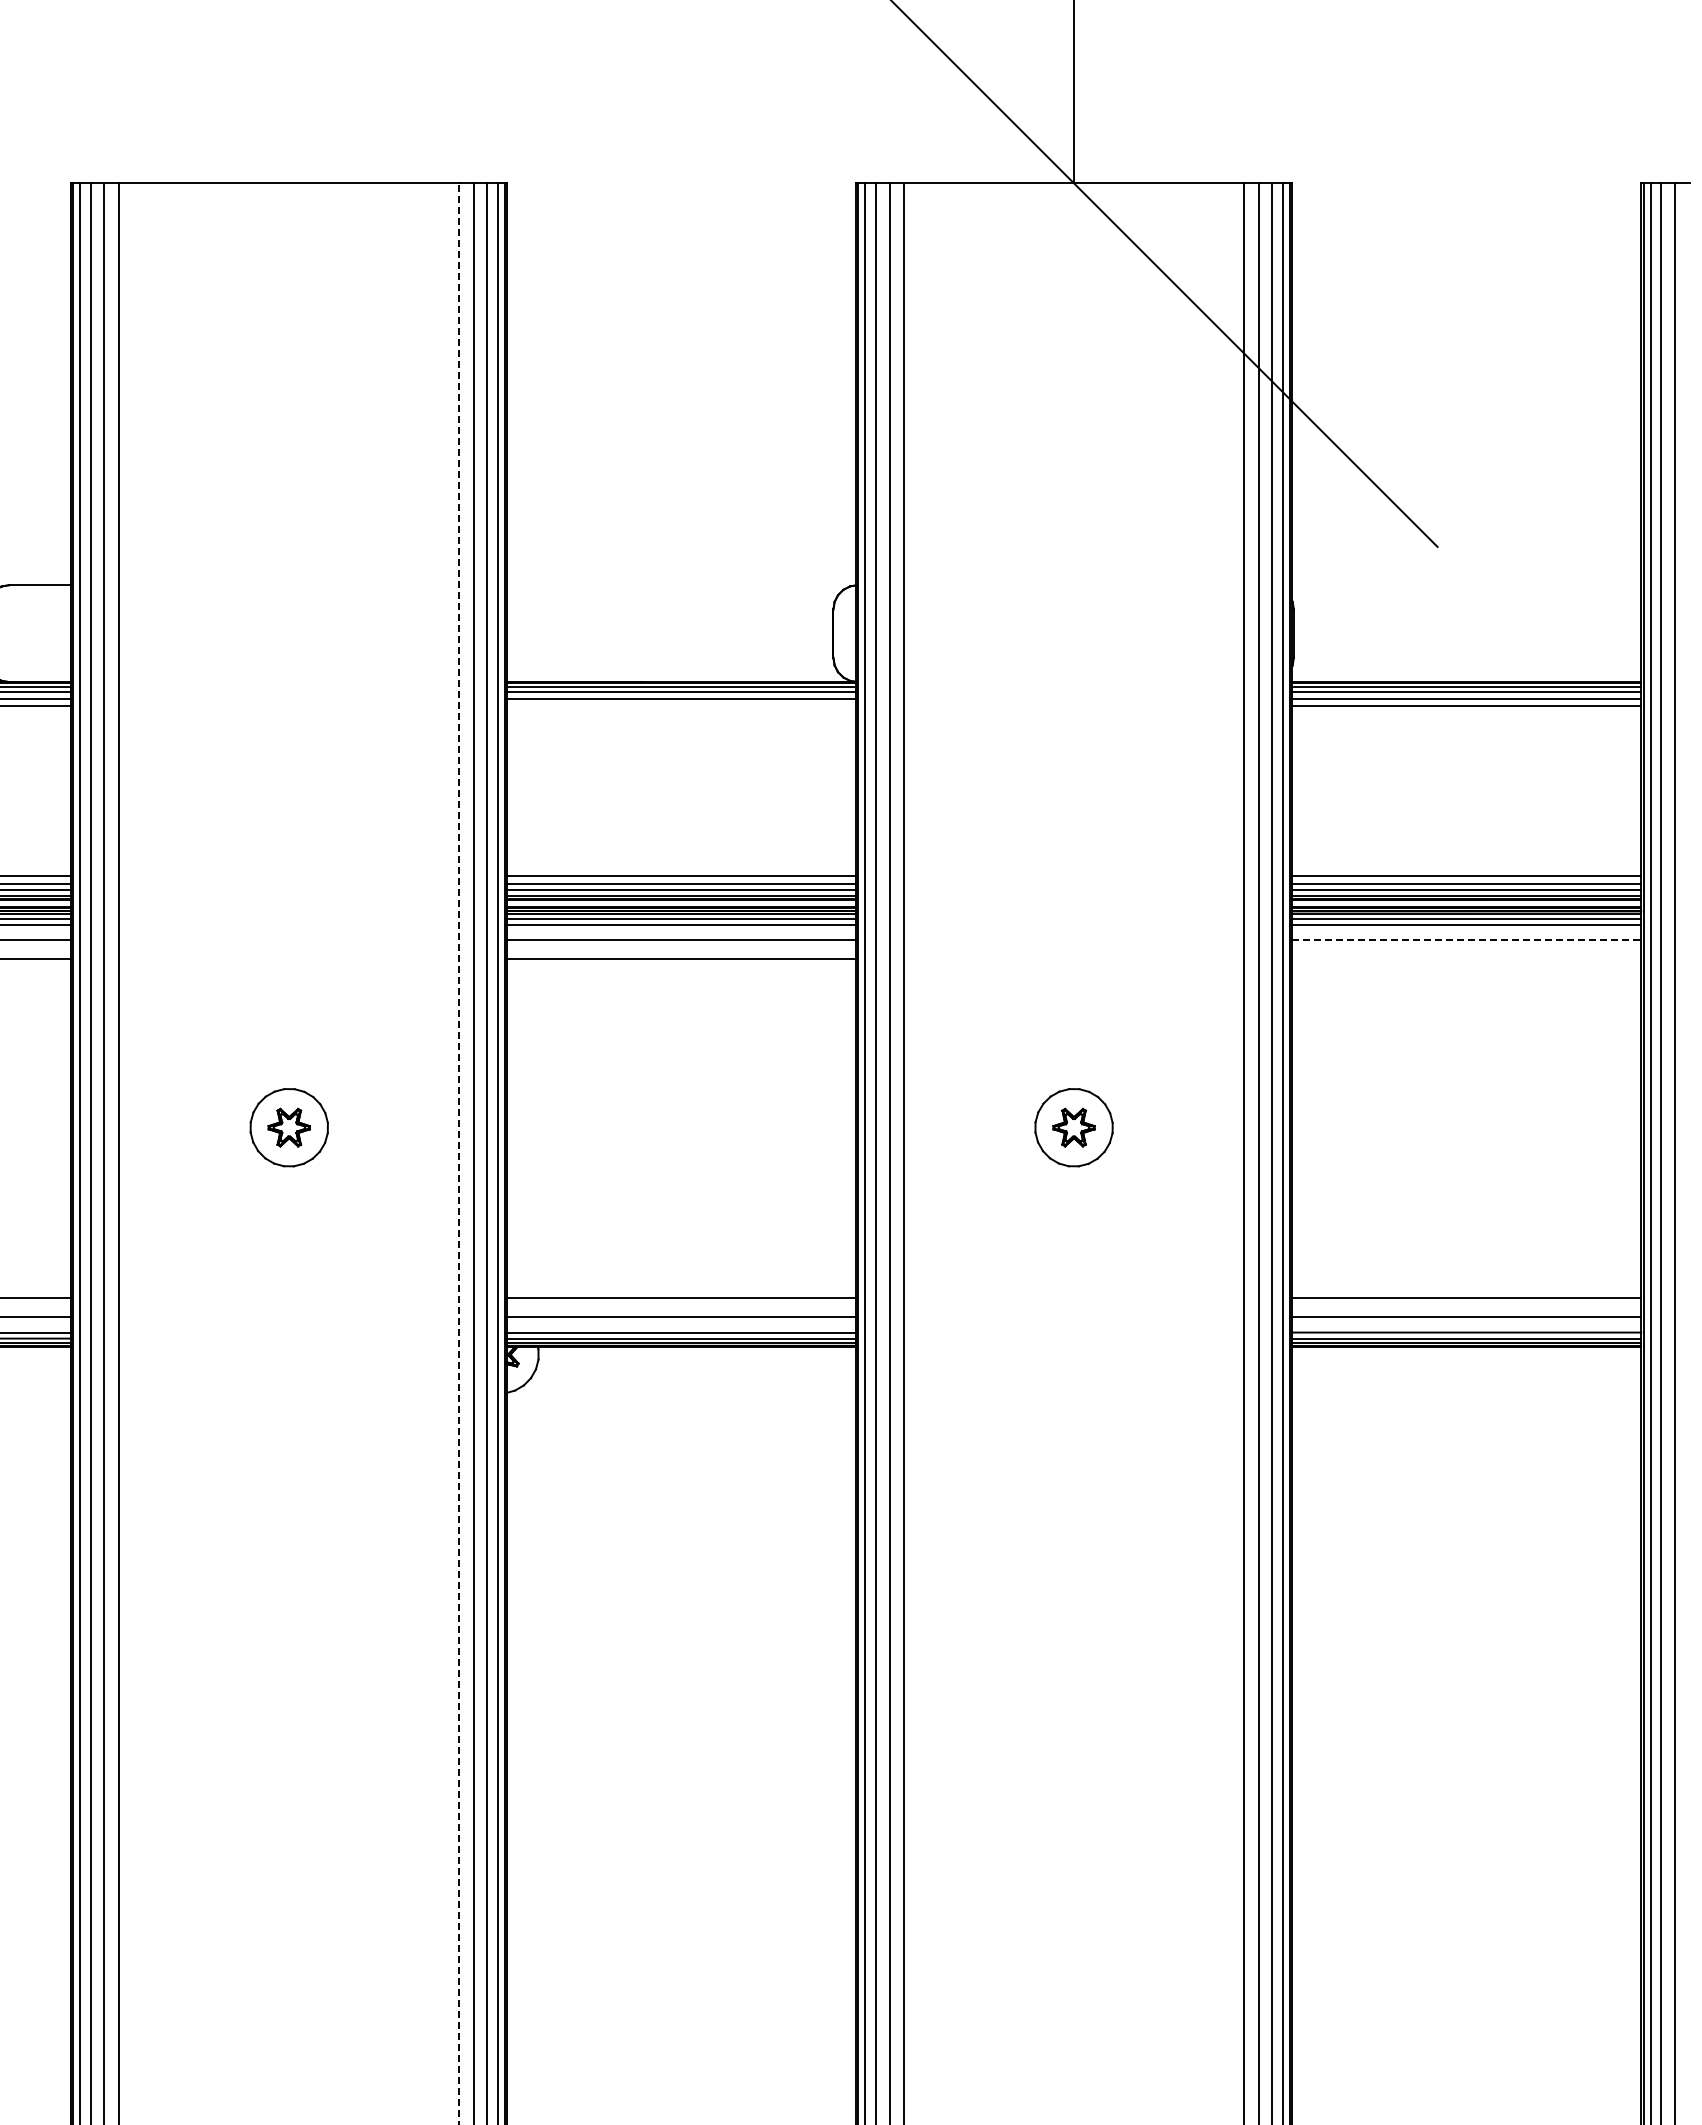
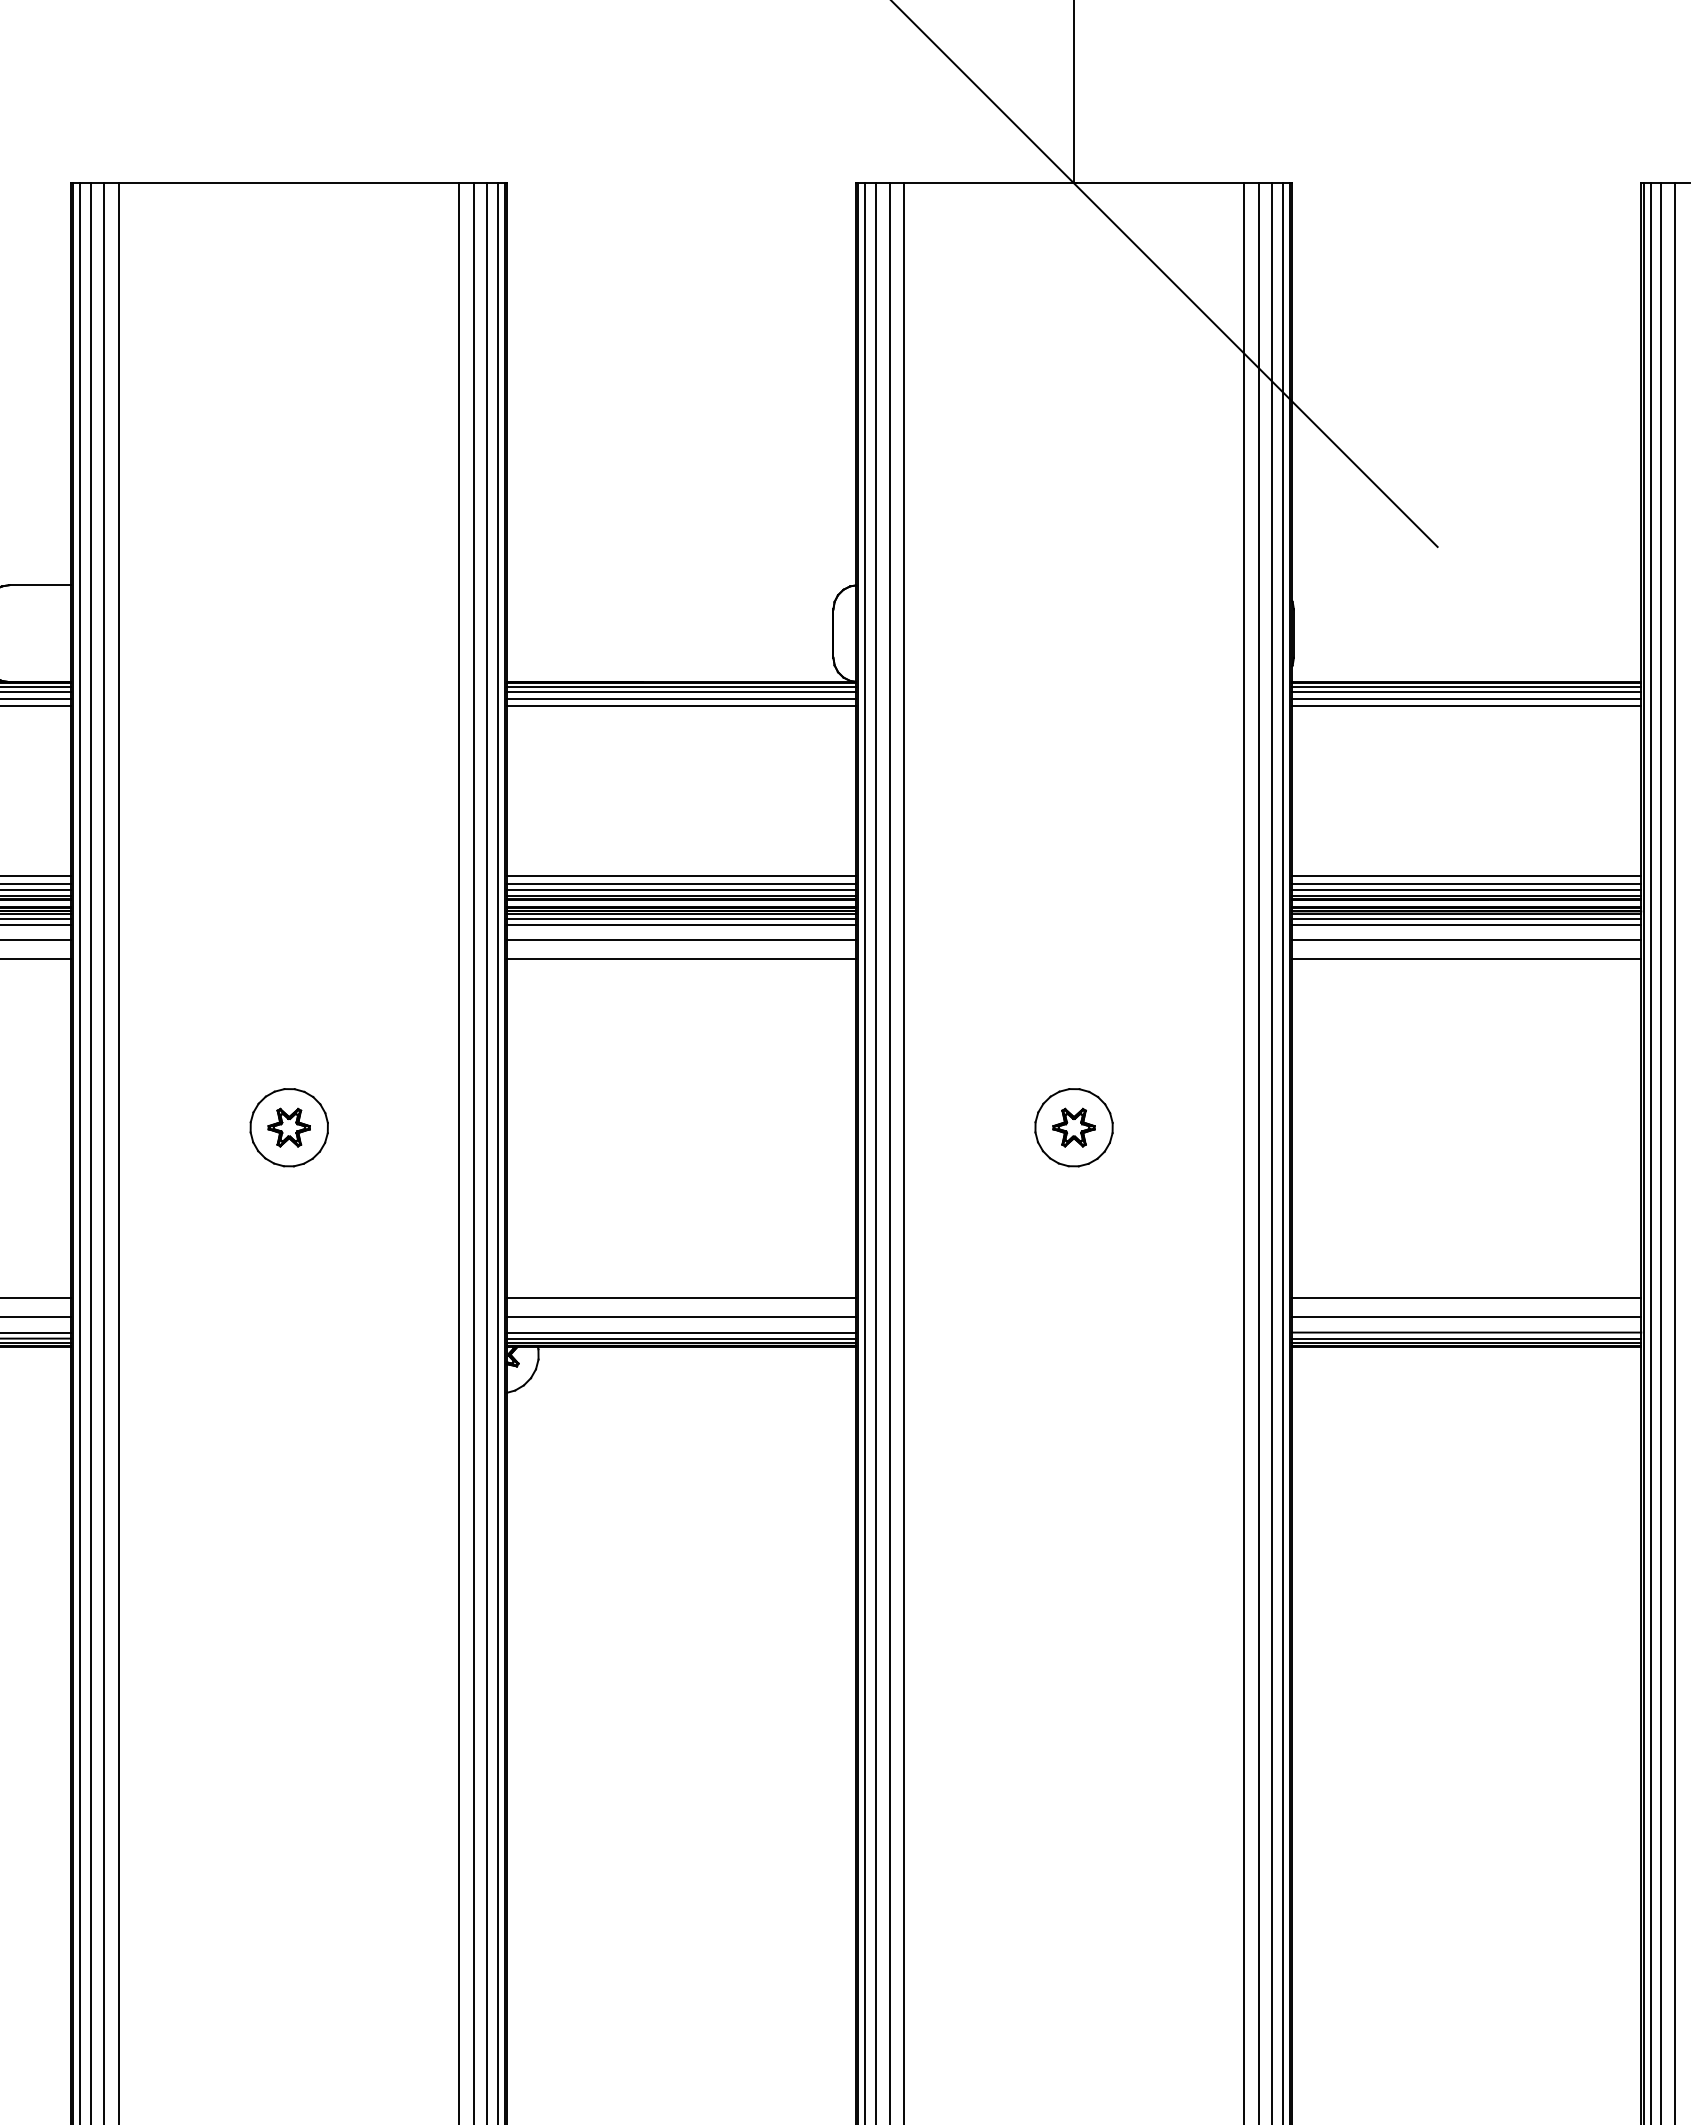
line at (681, 706): none -> present
line at (1467, 940): dashed -> solid
line at (1466, 958): none -> present
line at (458, 1153): dashed -> solid
